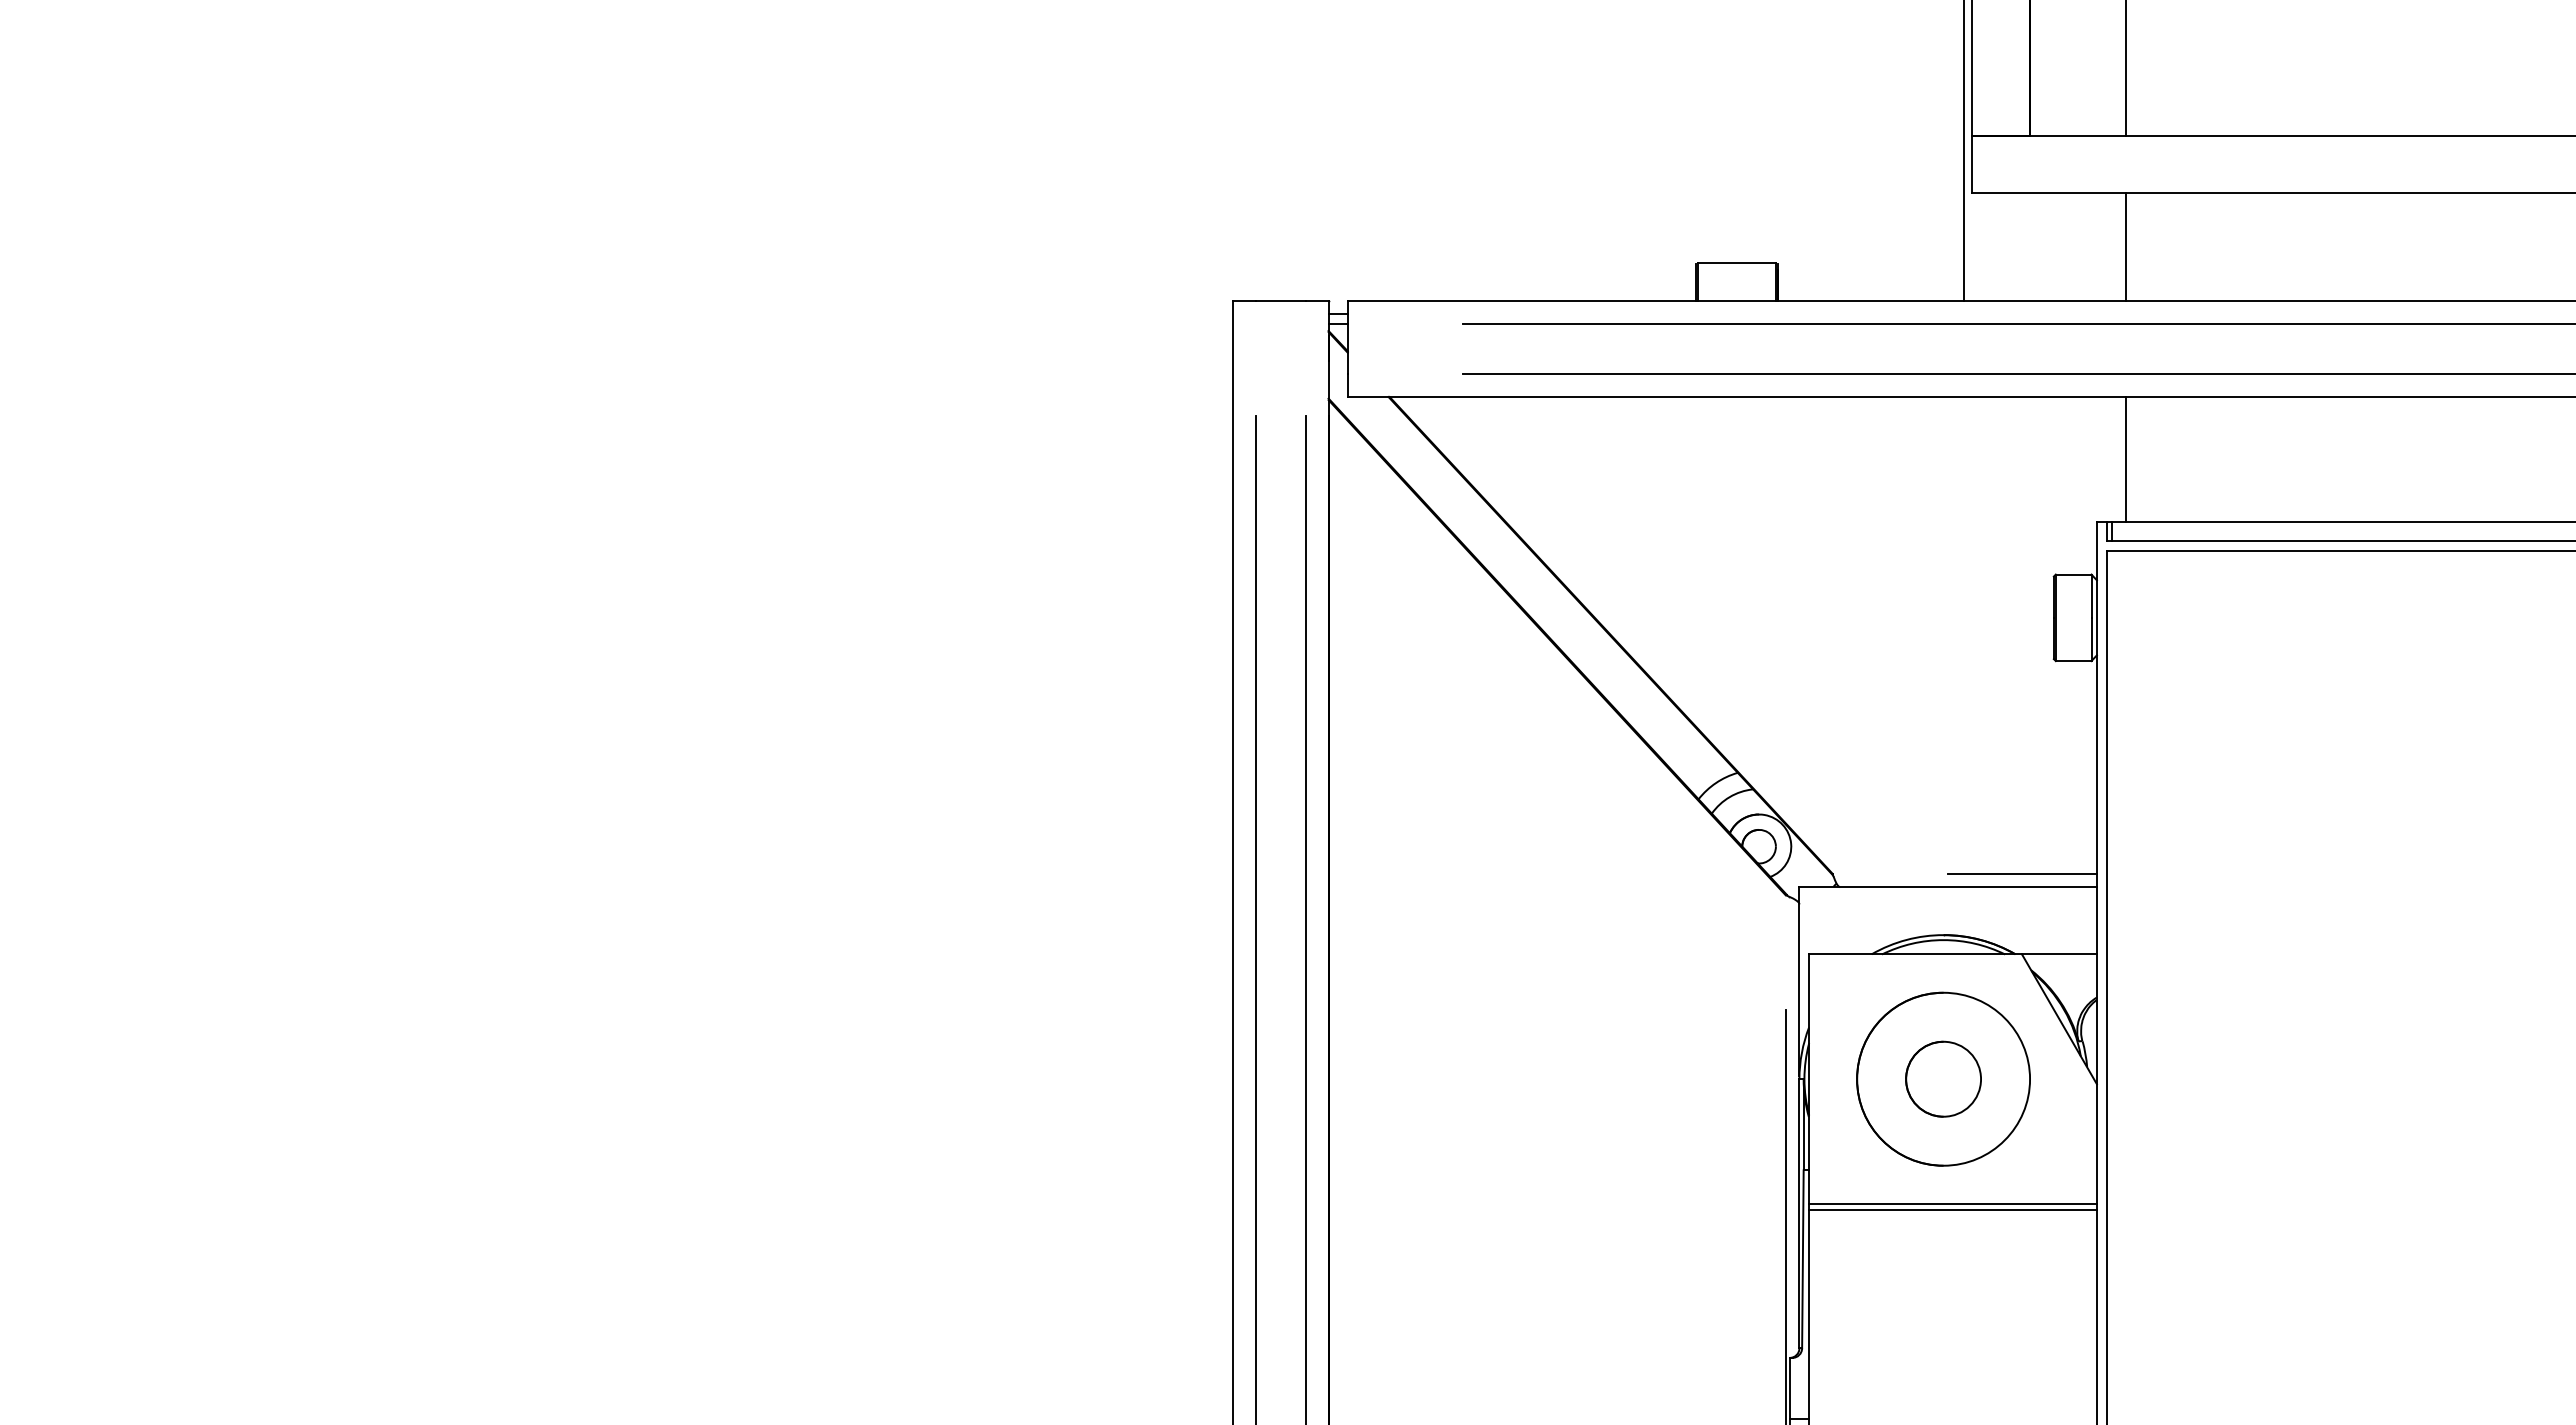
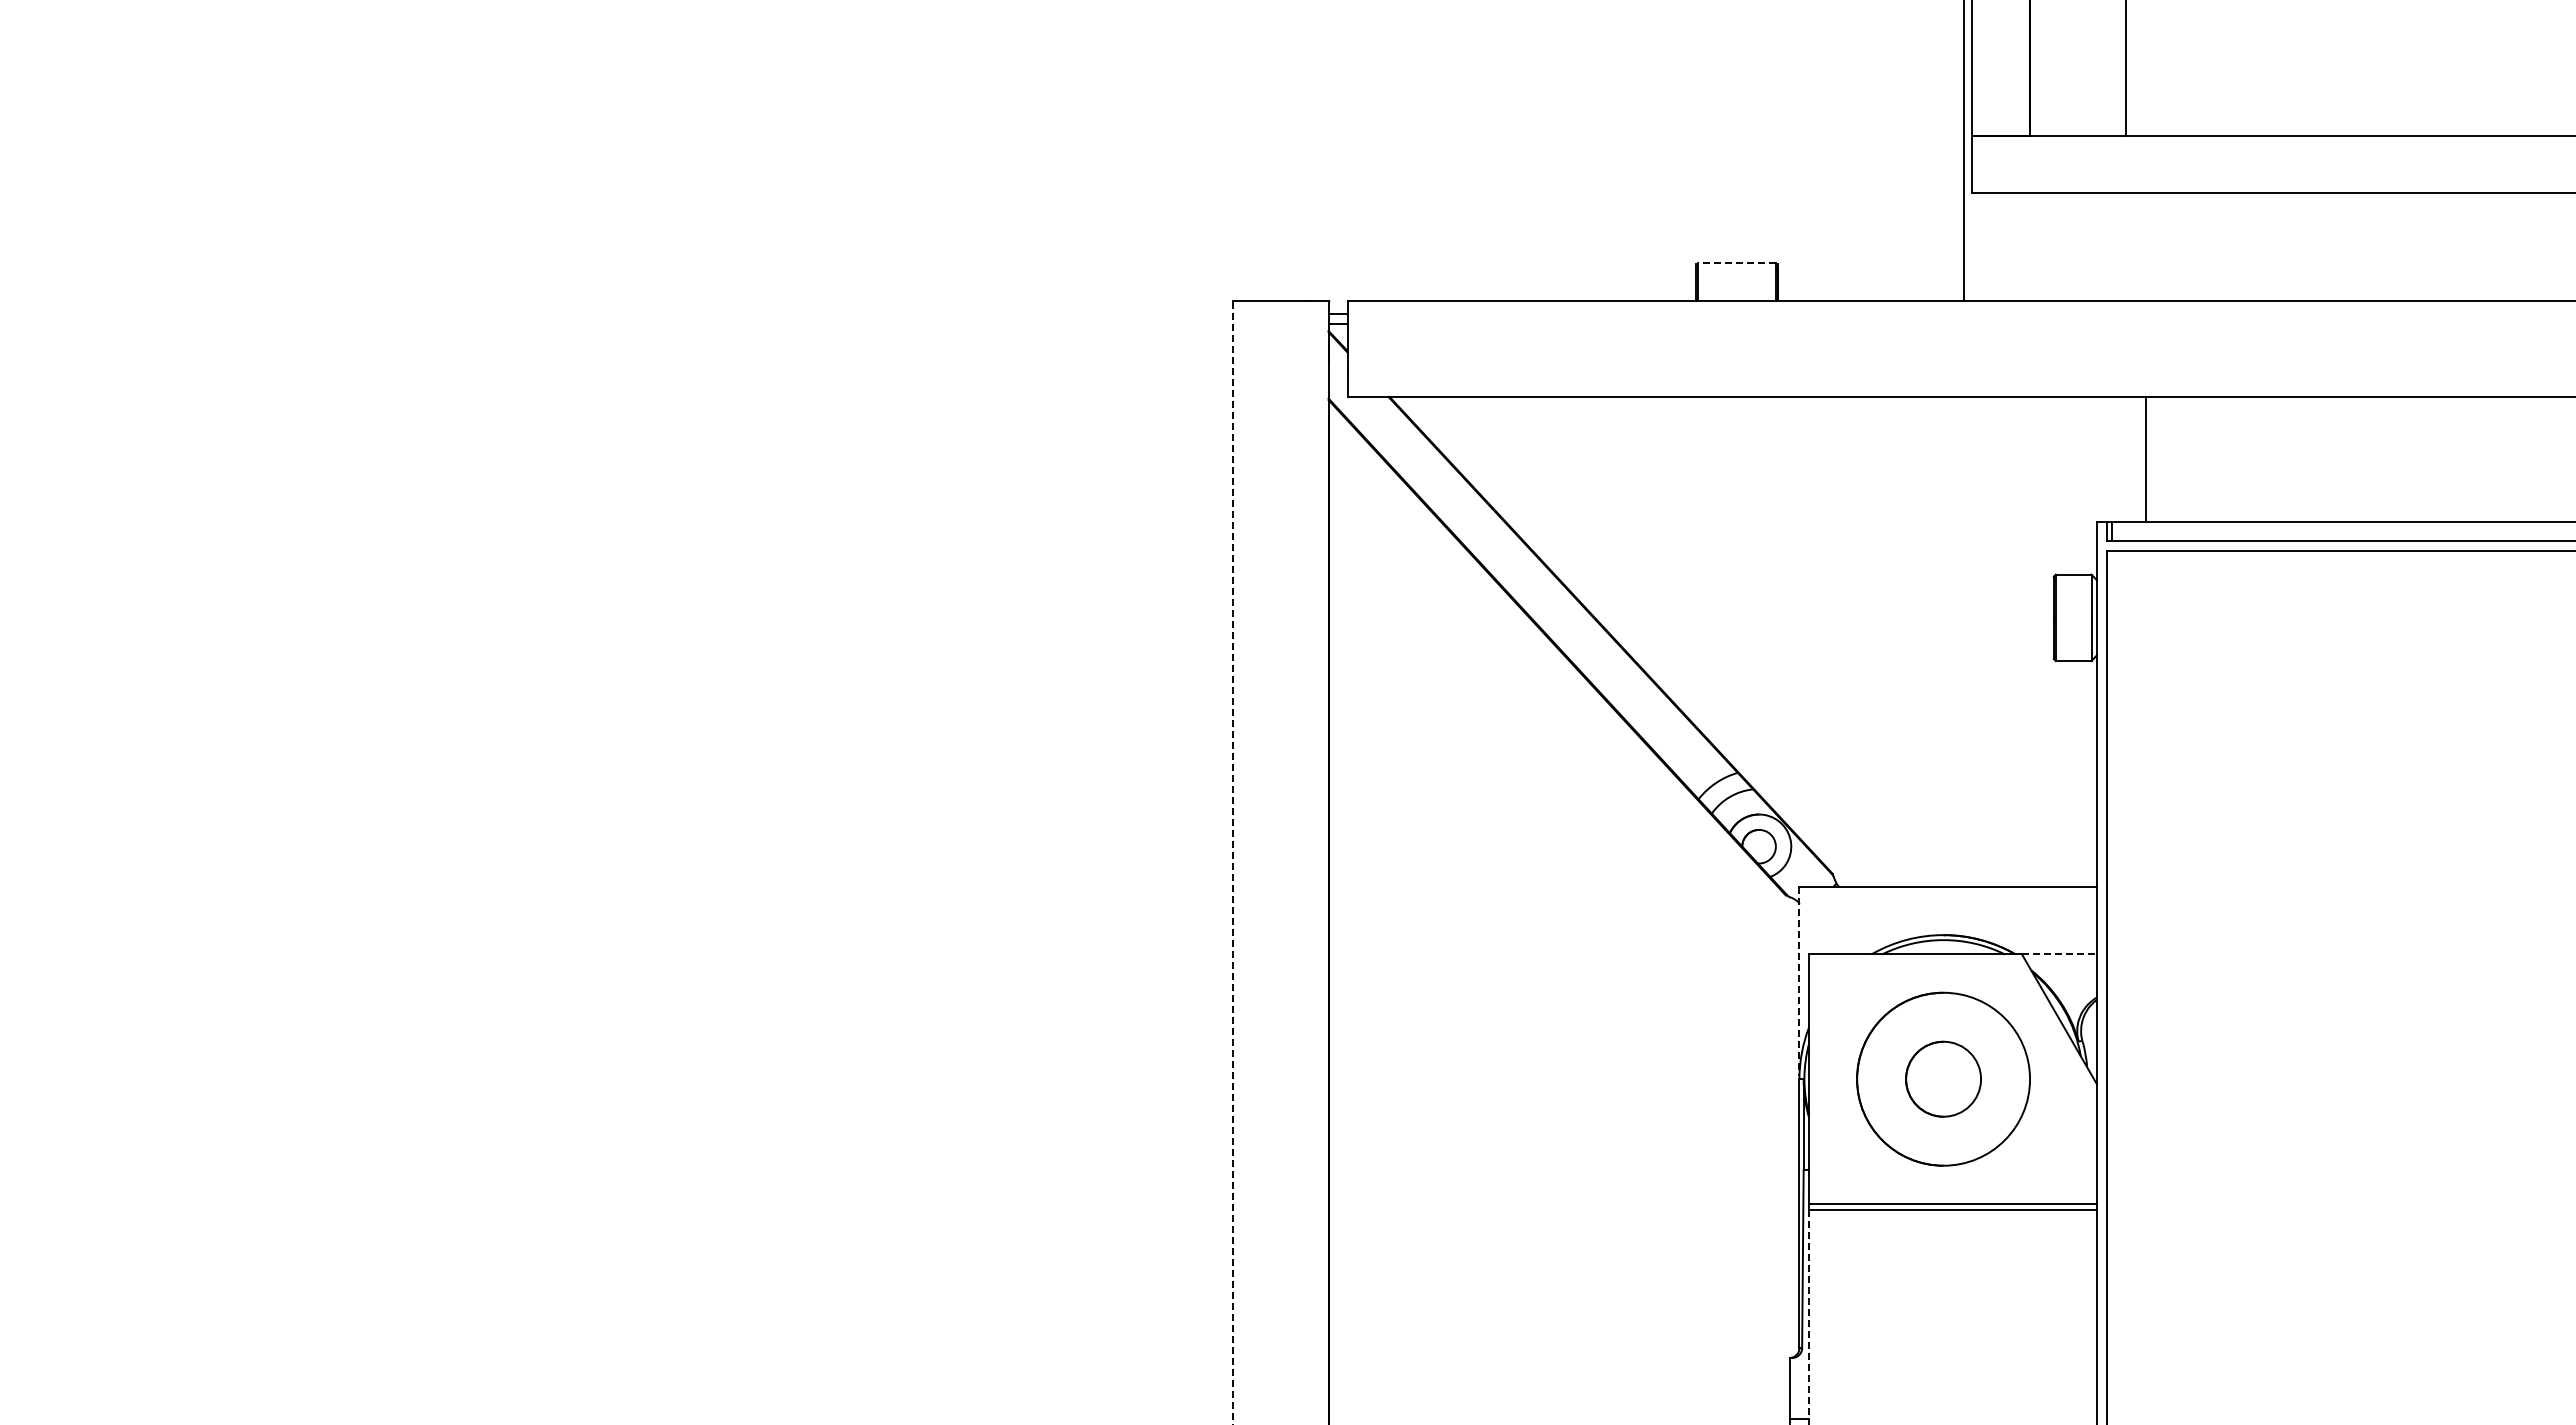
line at (2126, 246): present -> none
line at (1736, 262): solid -> dashed
line at (2017, 324): present -> none
line at (2017, 373): present -> none
line at (2126, 459) position: (2126, 459) -> (2146, 459)
line at (1232, 862): solid -> dashed
line at (2022, 873): present -> none
line at (1255, 918): present -> none
line at (1305, 918): present -> none
line at (2059, 954): solid -> dashed
line at (1799, 981): solid -> dashed
line at (1785, 1215): present -> none
line at (1809, 1317): solid -> dashed
